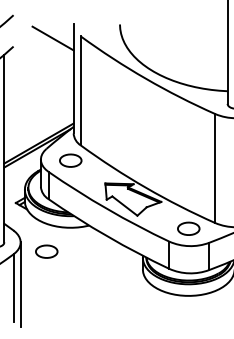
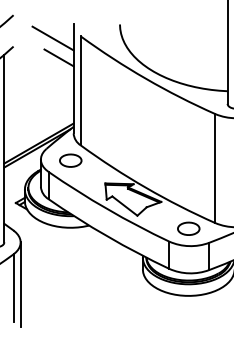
line at (58, 57): none -> present
part at (46, 251): present -> none
